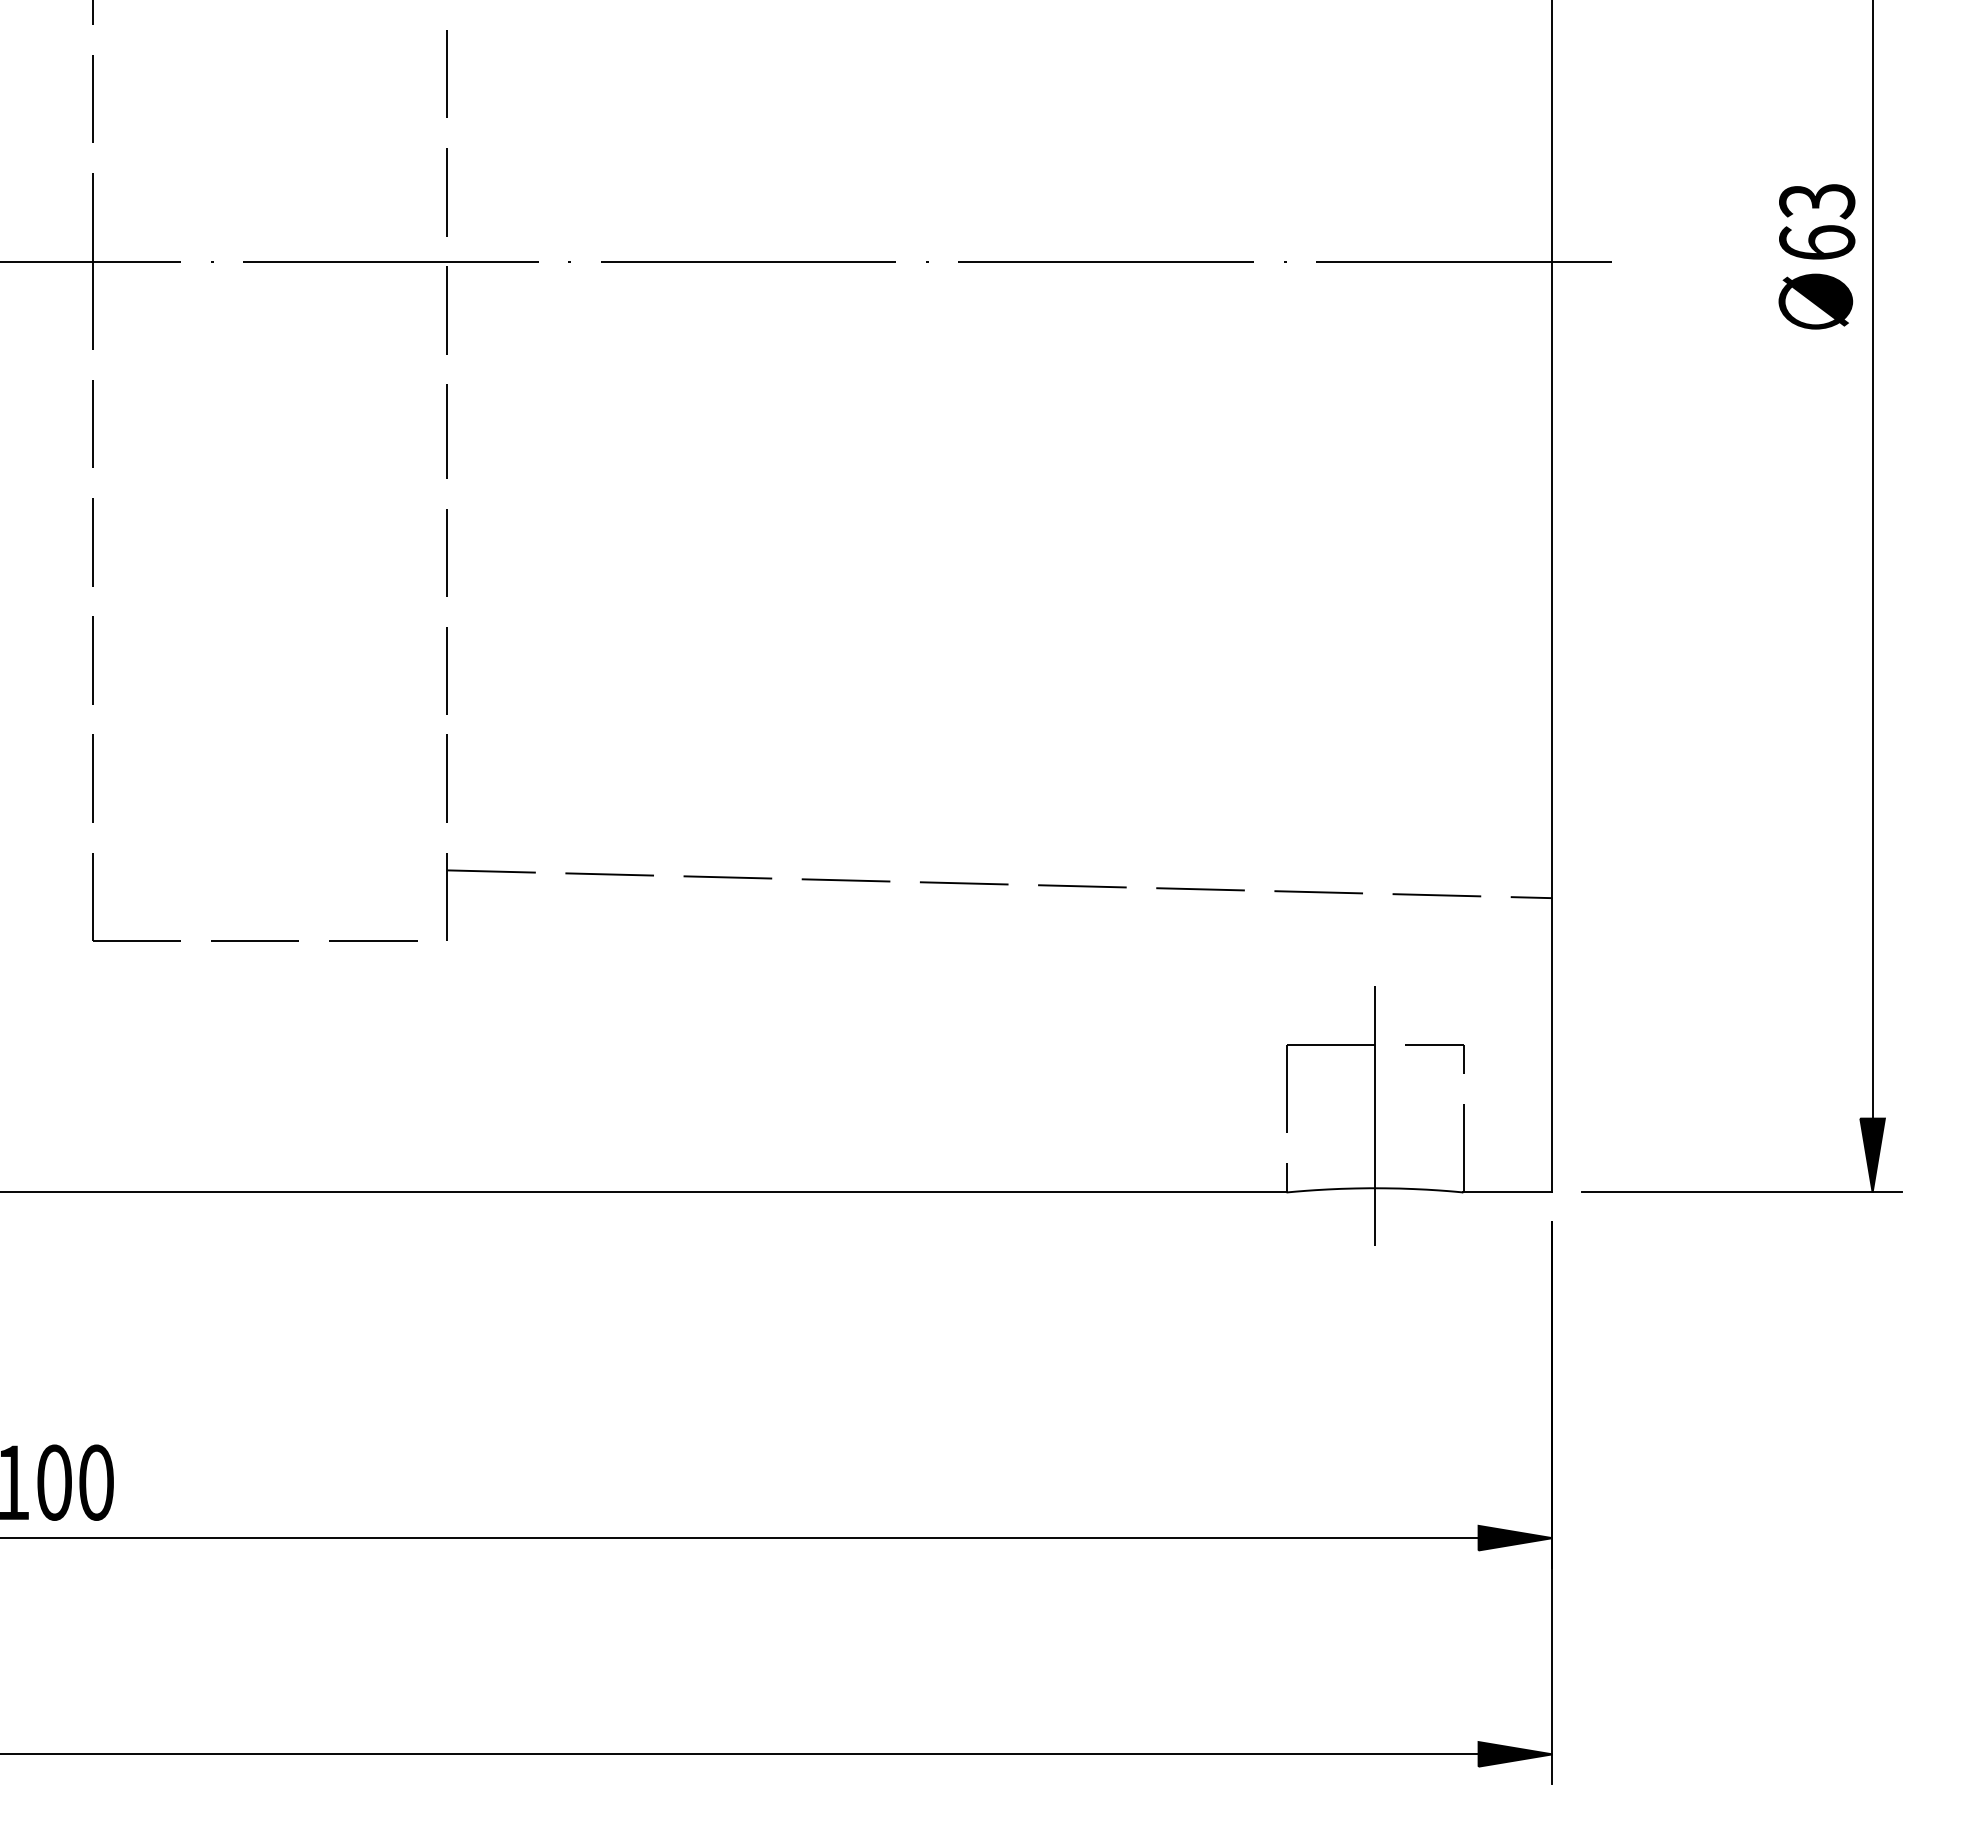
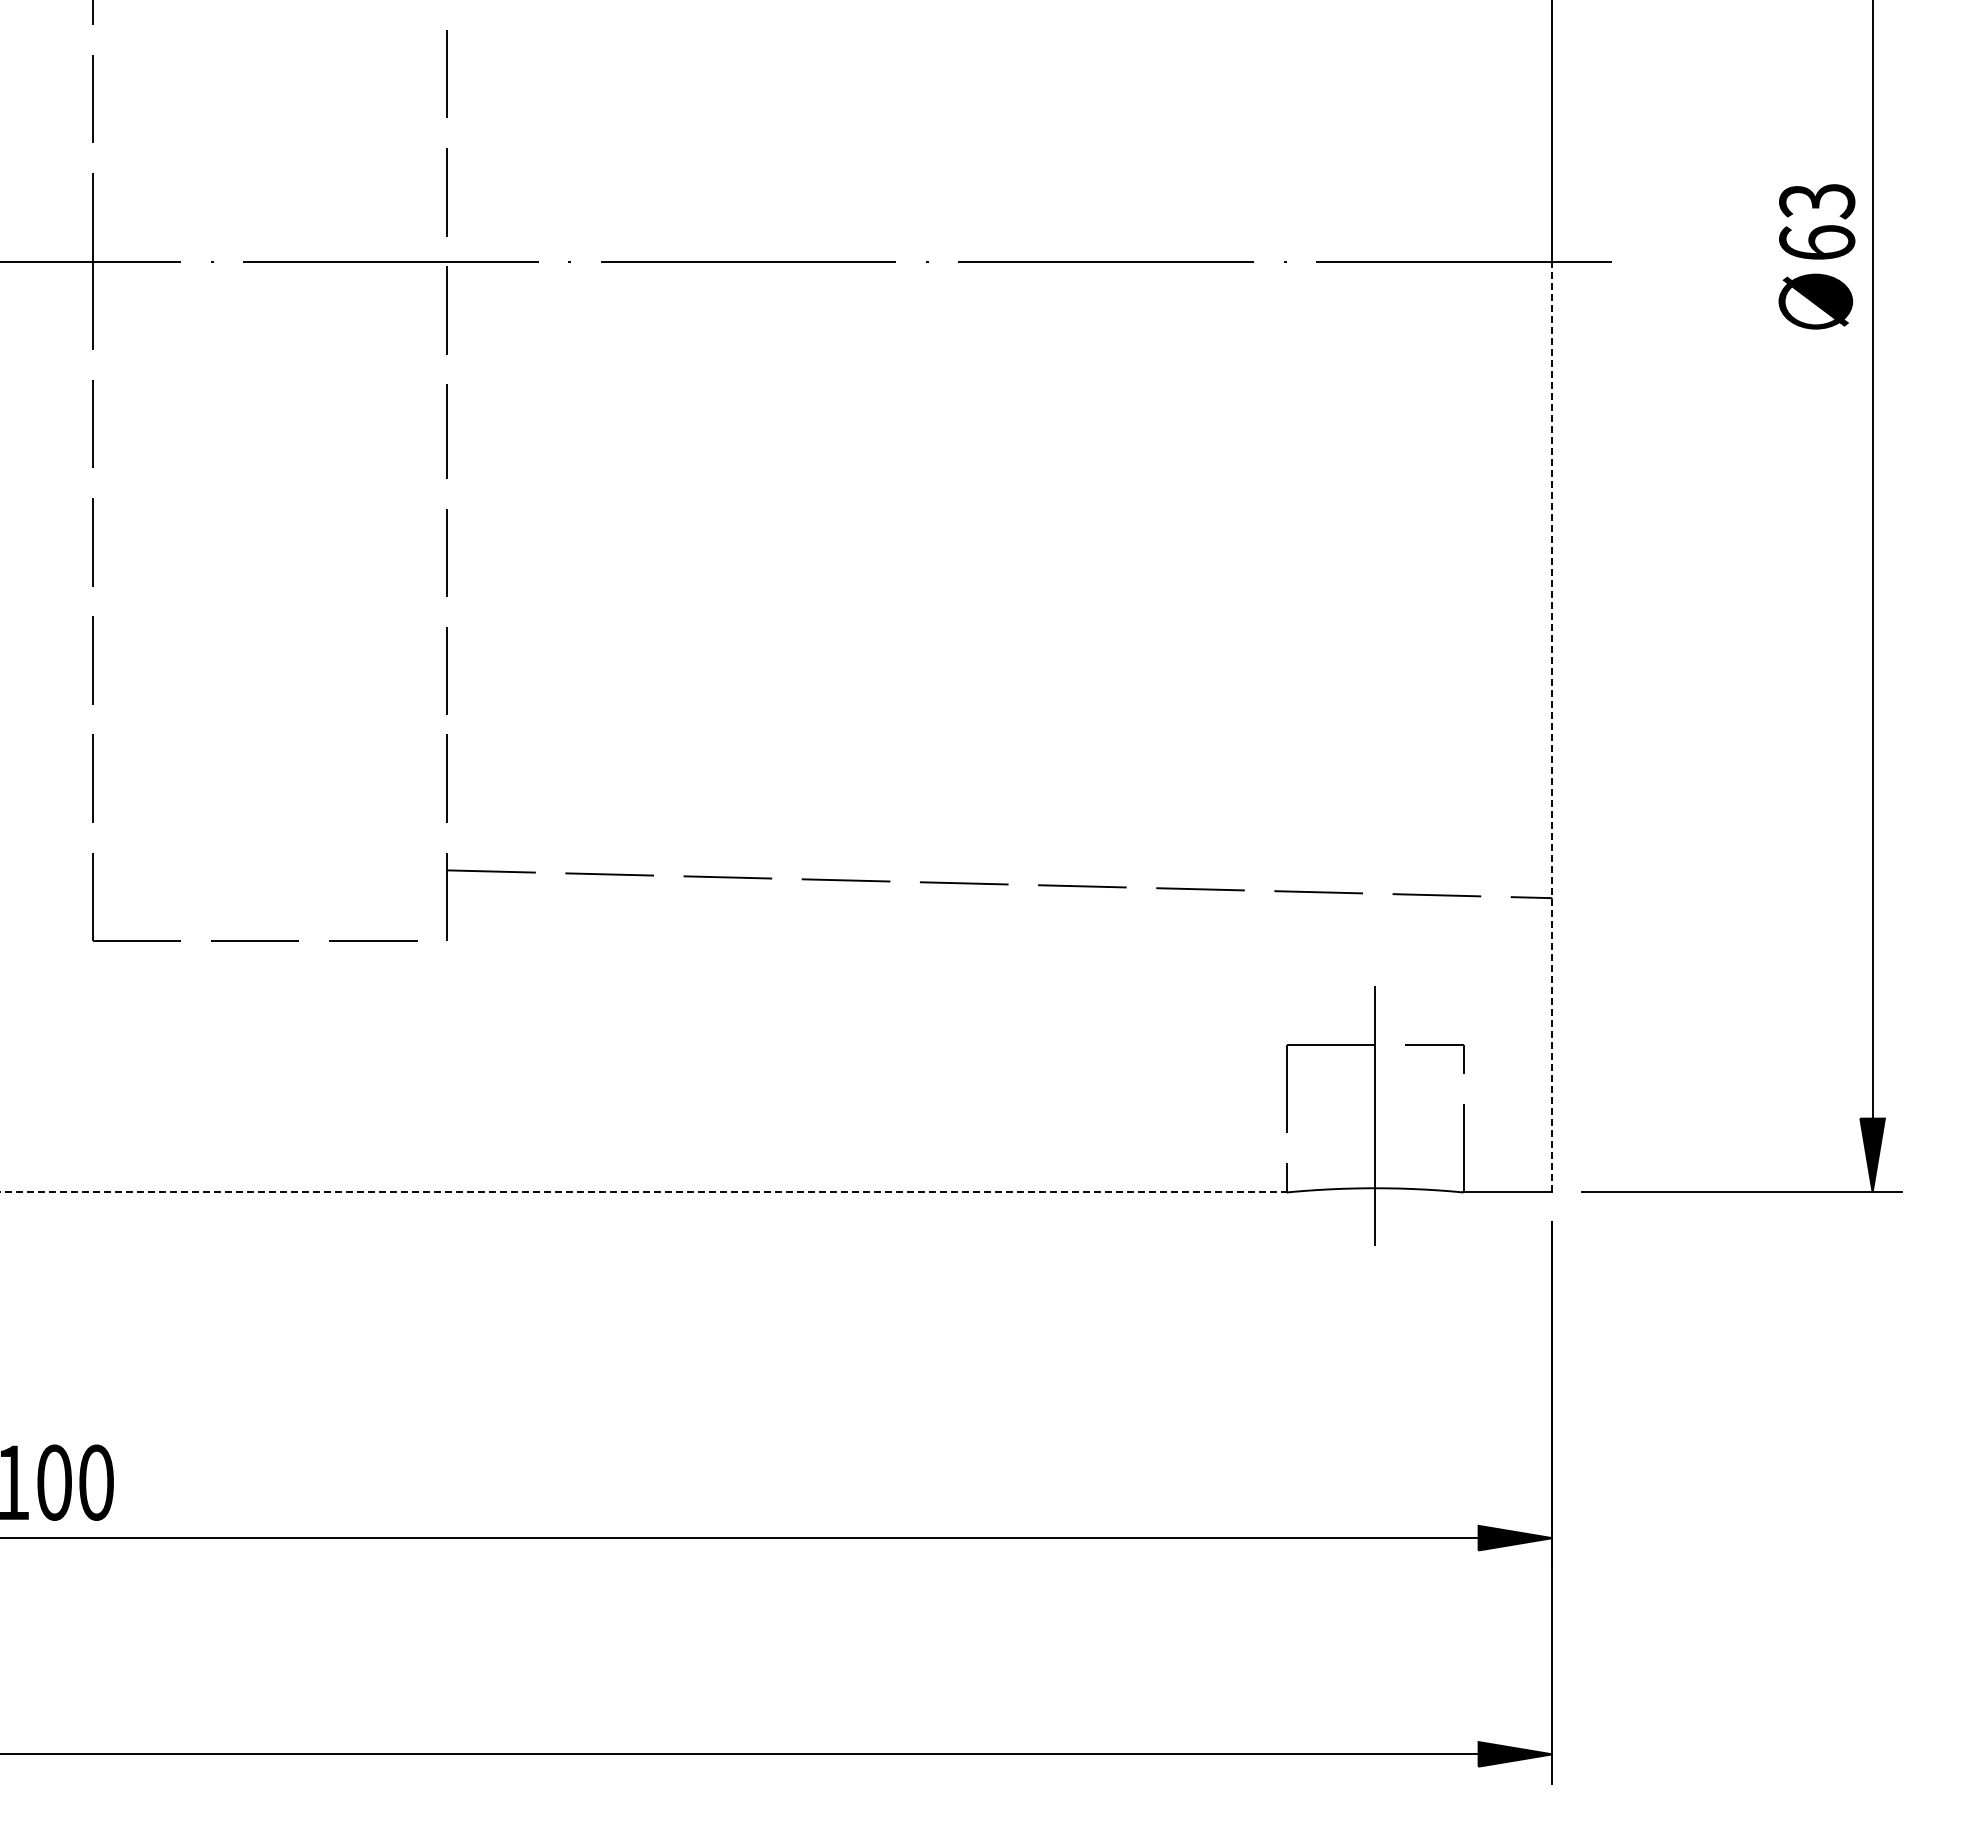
line at (1552, 726): solid -> dashed
line at (643, 1192): solid -> dashed
